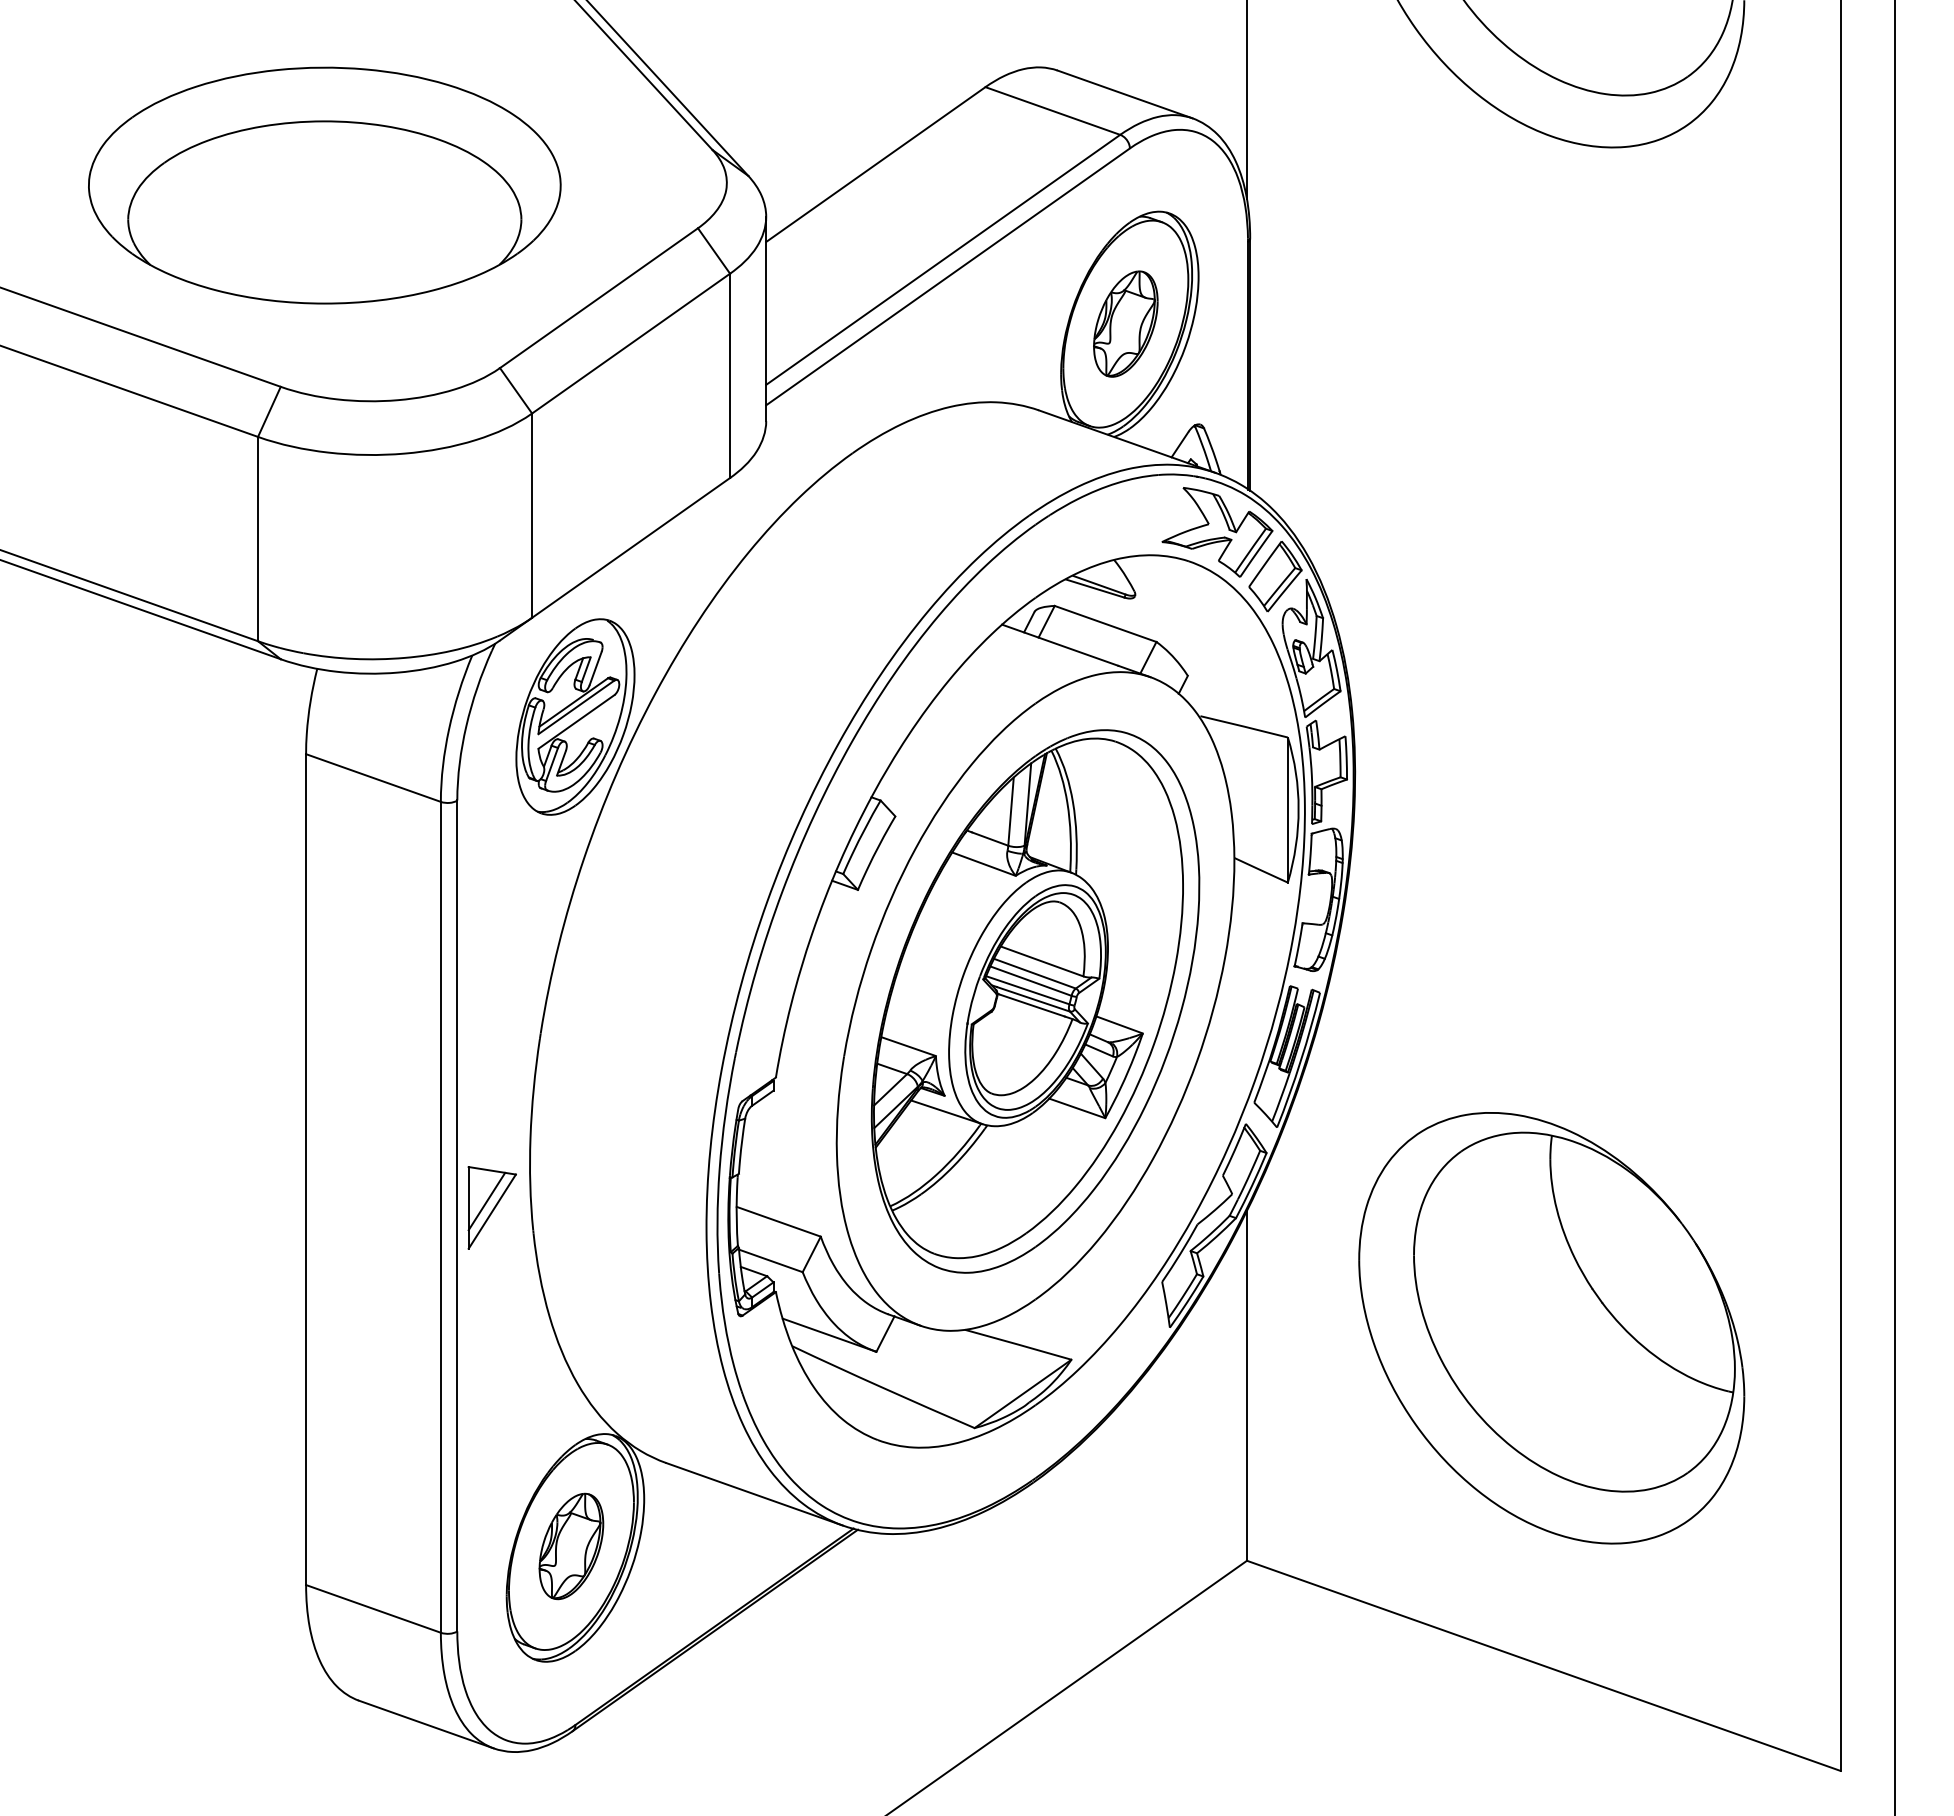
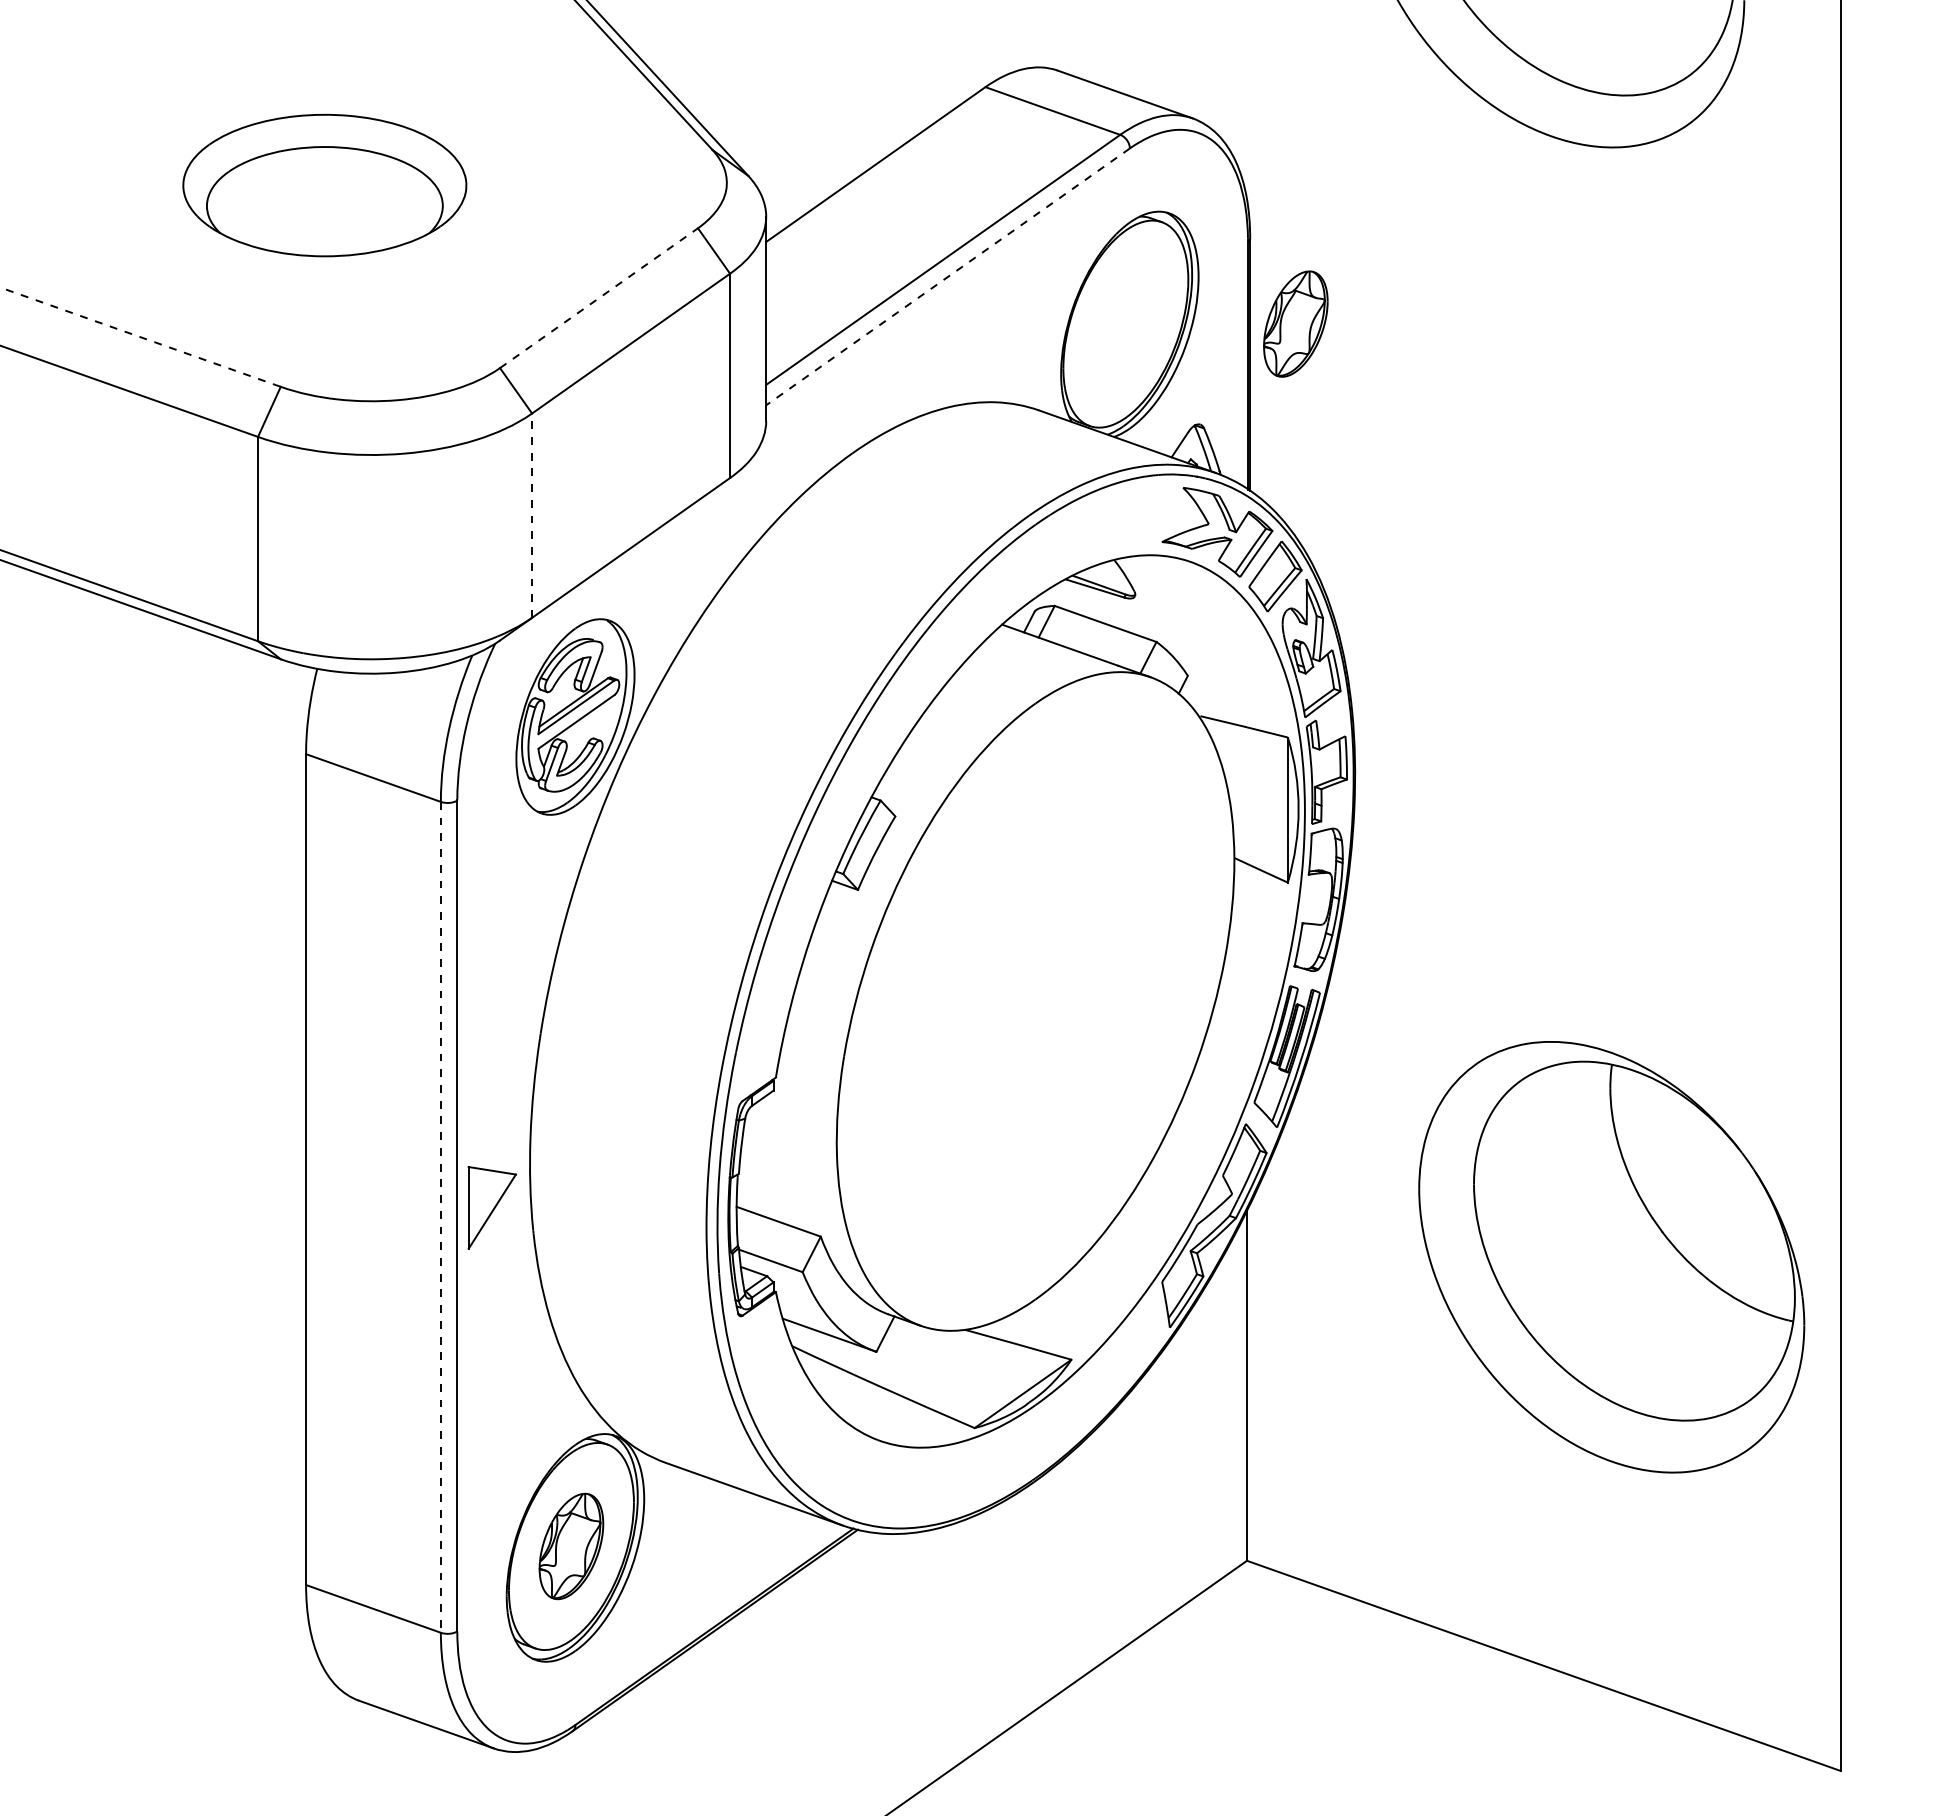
line at (1246, 100): present -> none
part at (324, 185) size: 474x239 px -> 286x145 px
line at (948, 276): solid -> dashed
line at (599, 297): solid -> dashed
part at (1125, 323) position: (1125, 323) -> (1295, 323)
line at (141, 337): solid -> dashed
line at (532, 515): solid -> dashed
line at (1895, 907): present -> none
part at (1035, 1001): present -> none
line at (486, 1201): present -> none
line at (440, 1217): solid -> dashed
part at (1551, 1328) position: (1551, 1328) -> (1611, 1257)
